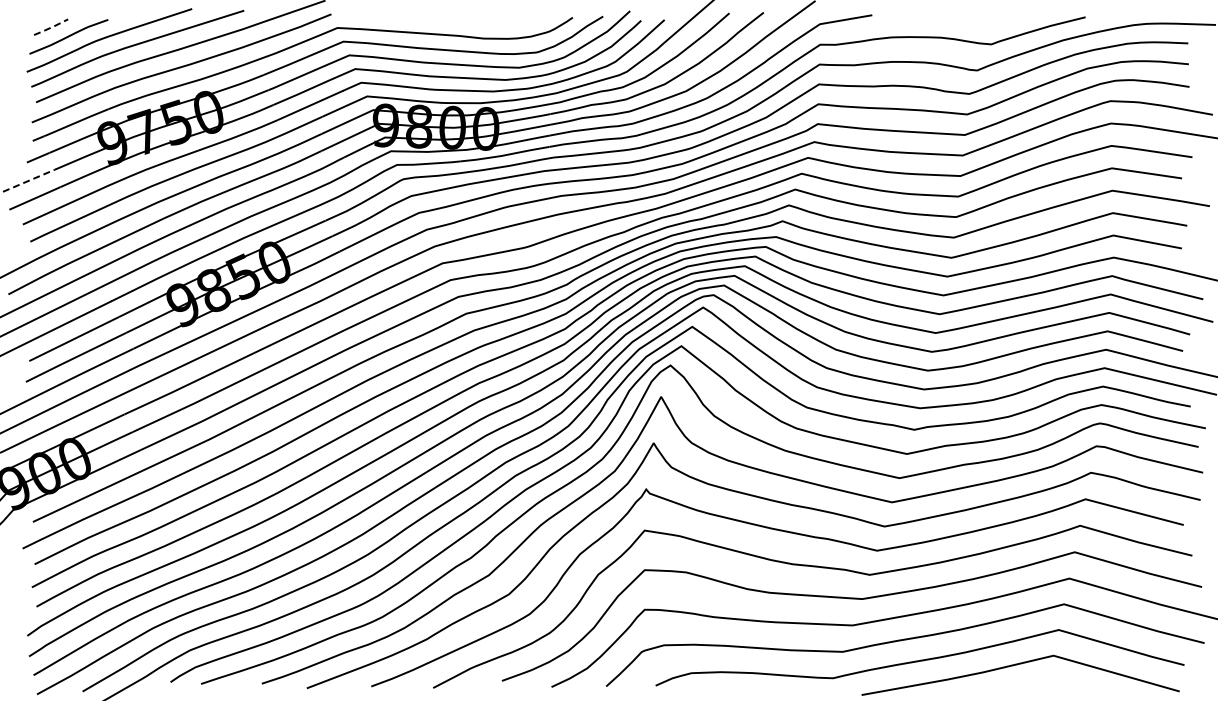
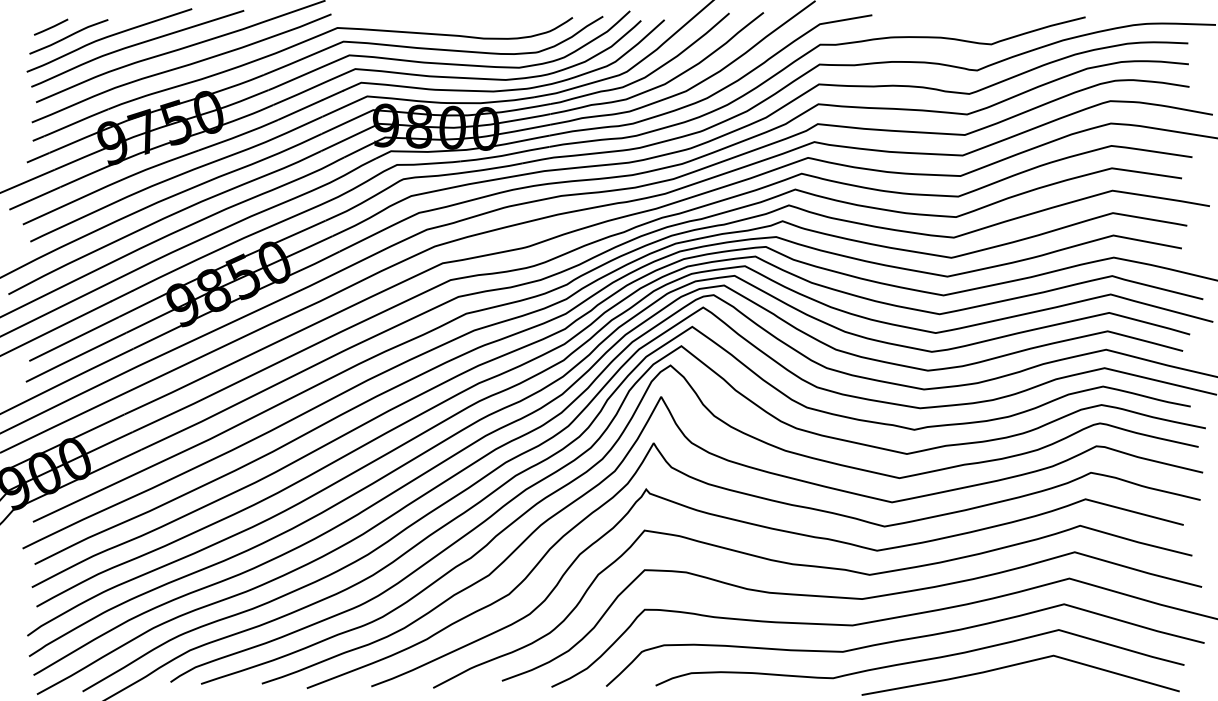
line at (51, 27): dashed -> solid
line at (27, 181): dashed -> solid
